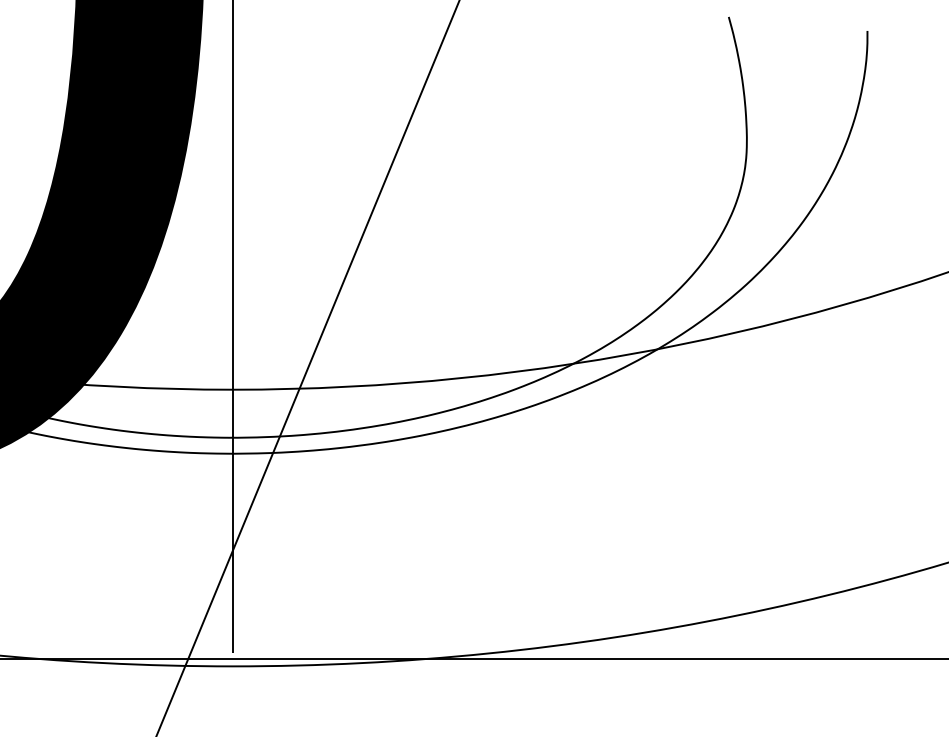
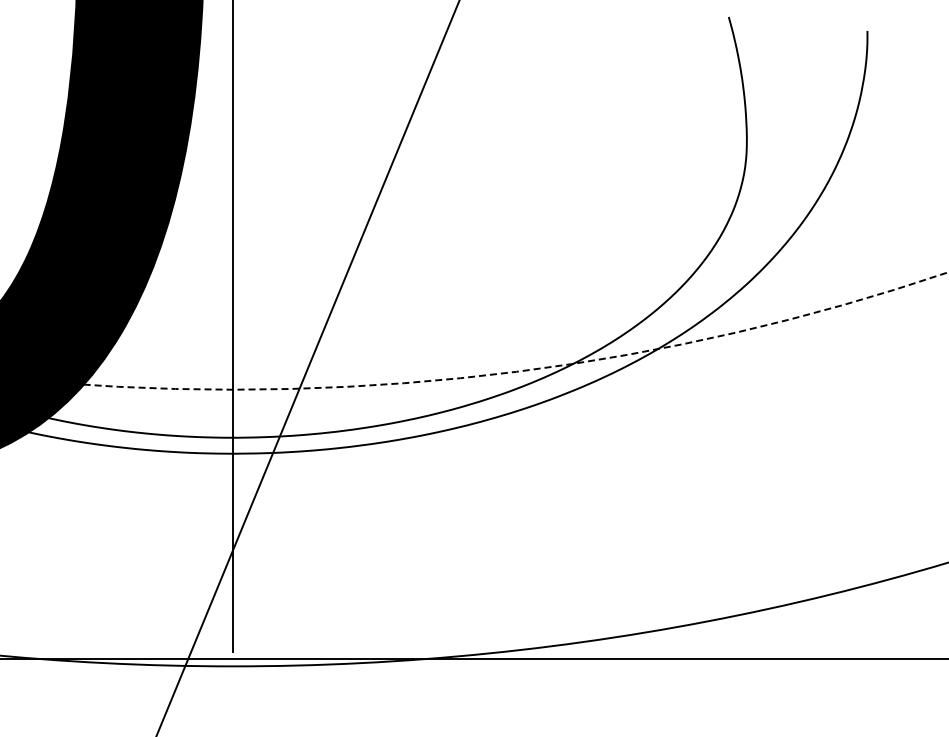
circle at (474, 330): solid -> dashed
